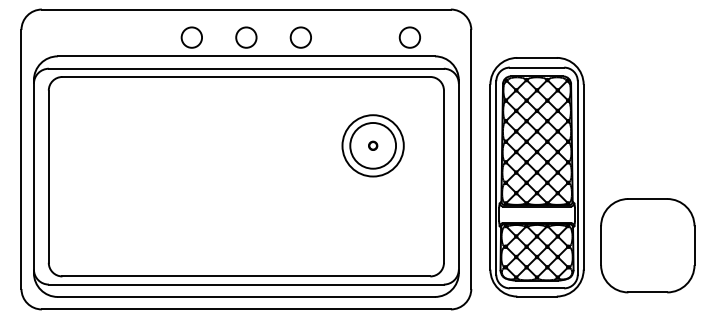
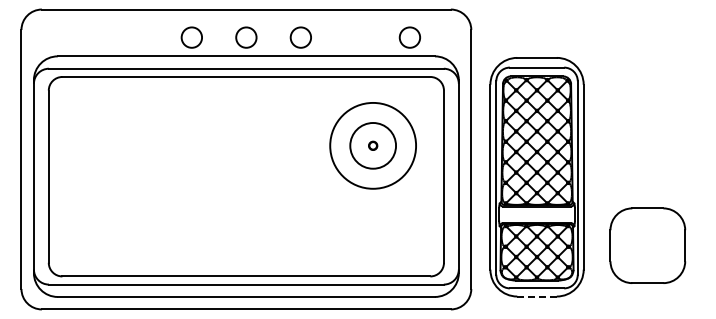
circle at (372, 145) diameter: 61 px -> 86 px
part at (647, 245) size: 96x96 px -> 78x77 px
line at (537, 296): solid -> dashed
